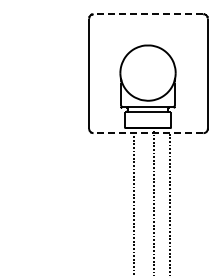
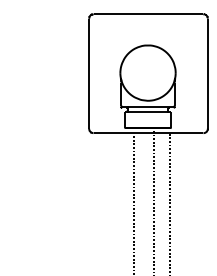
line at (148, 14): dashed -> solid
line at (148, 133): dashed -> solid
